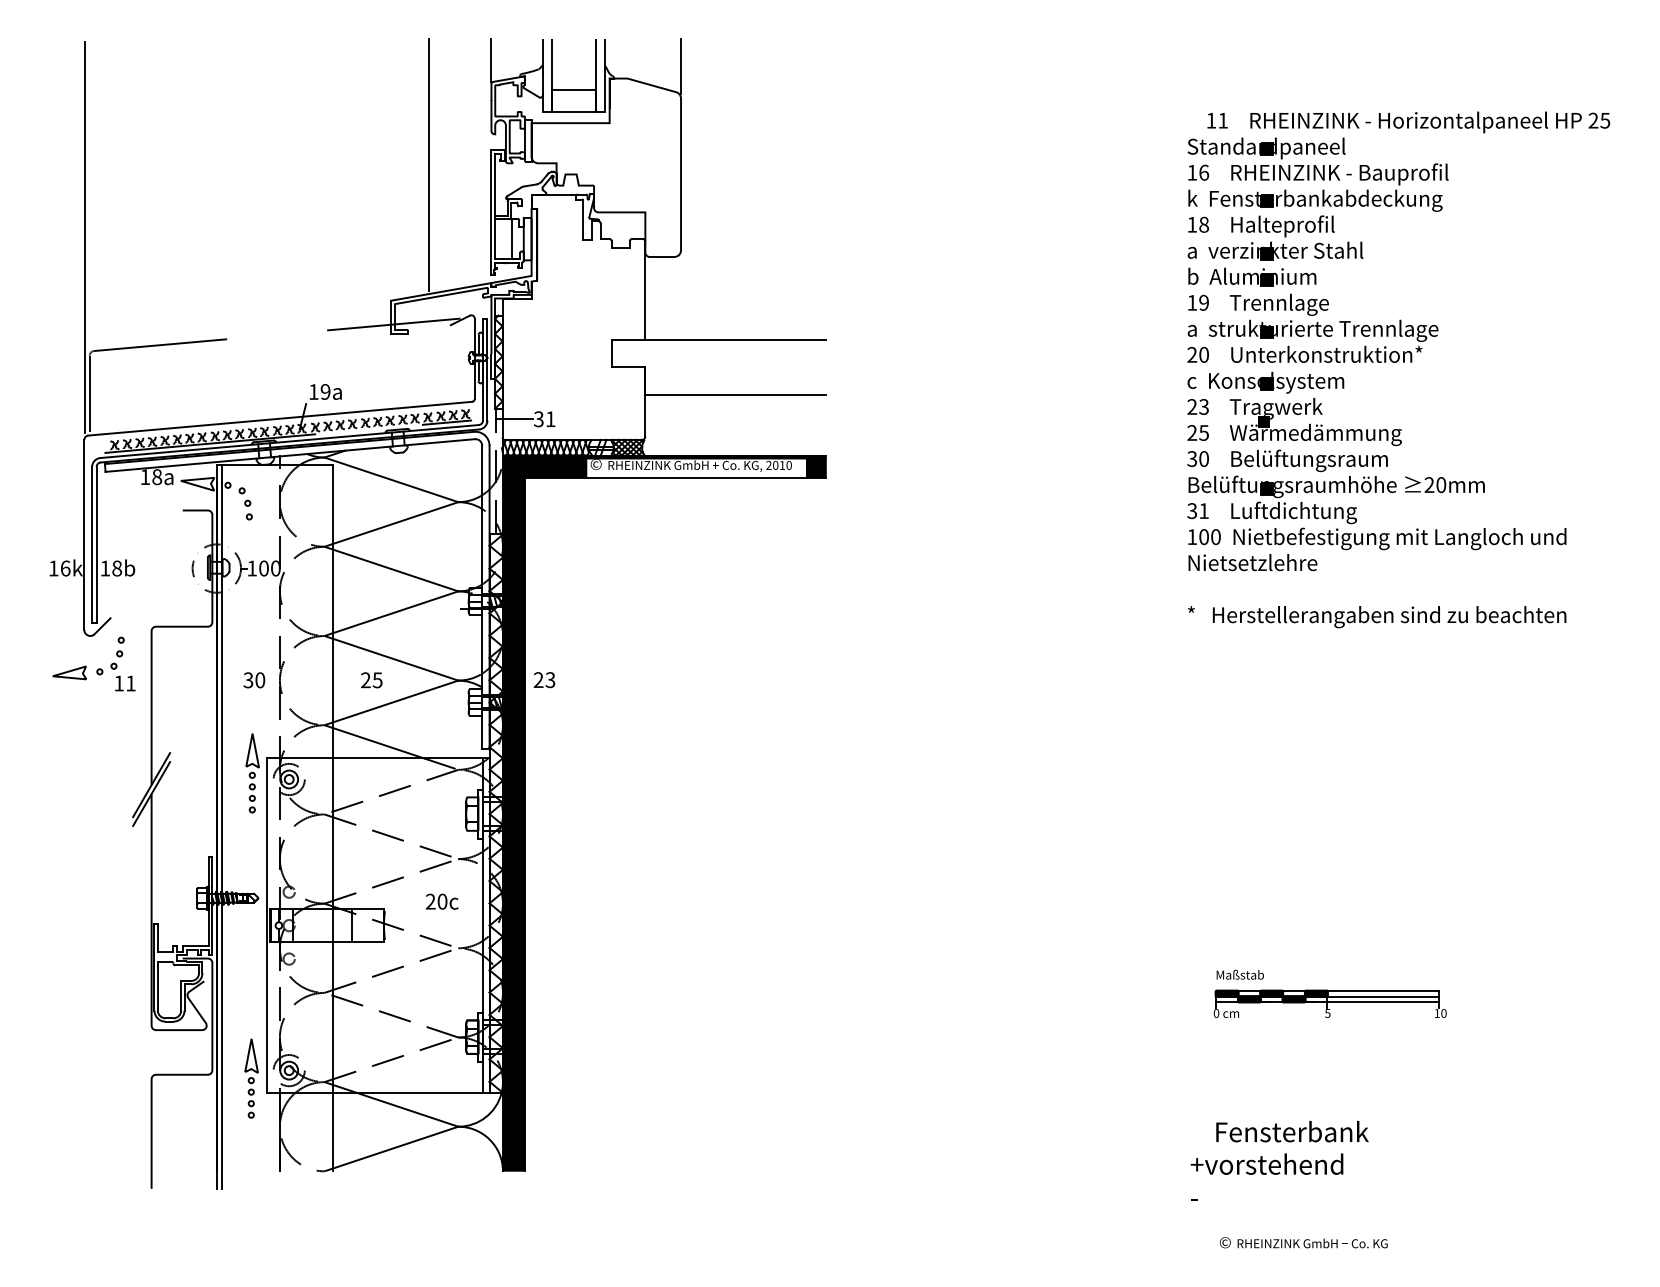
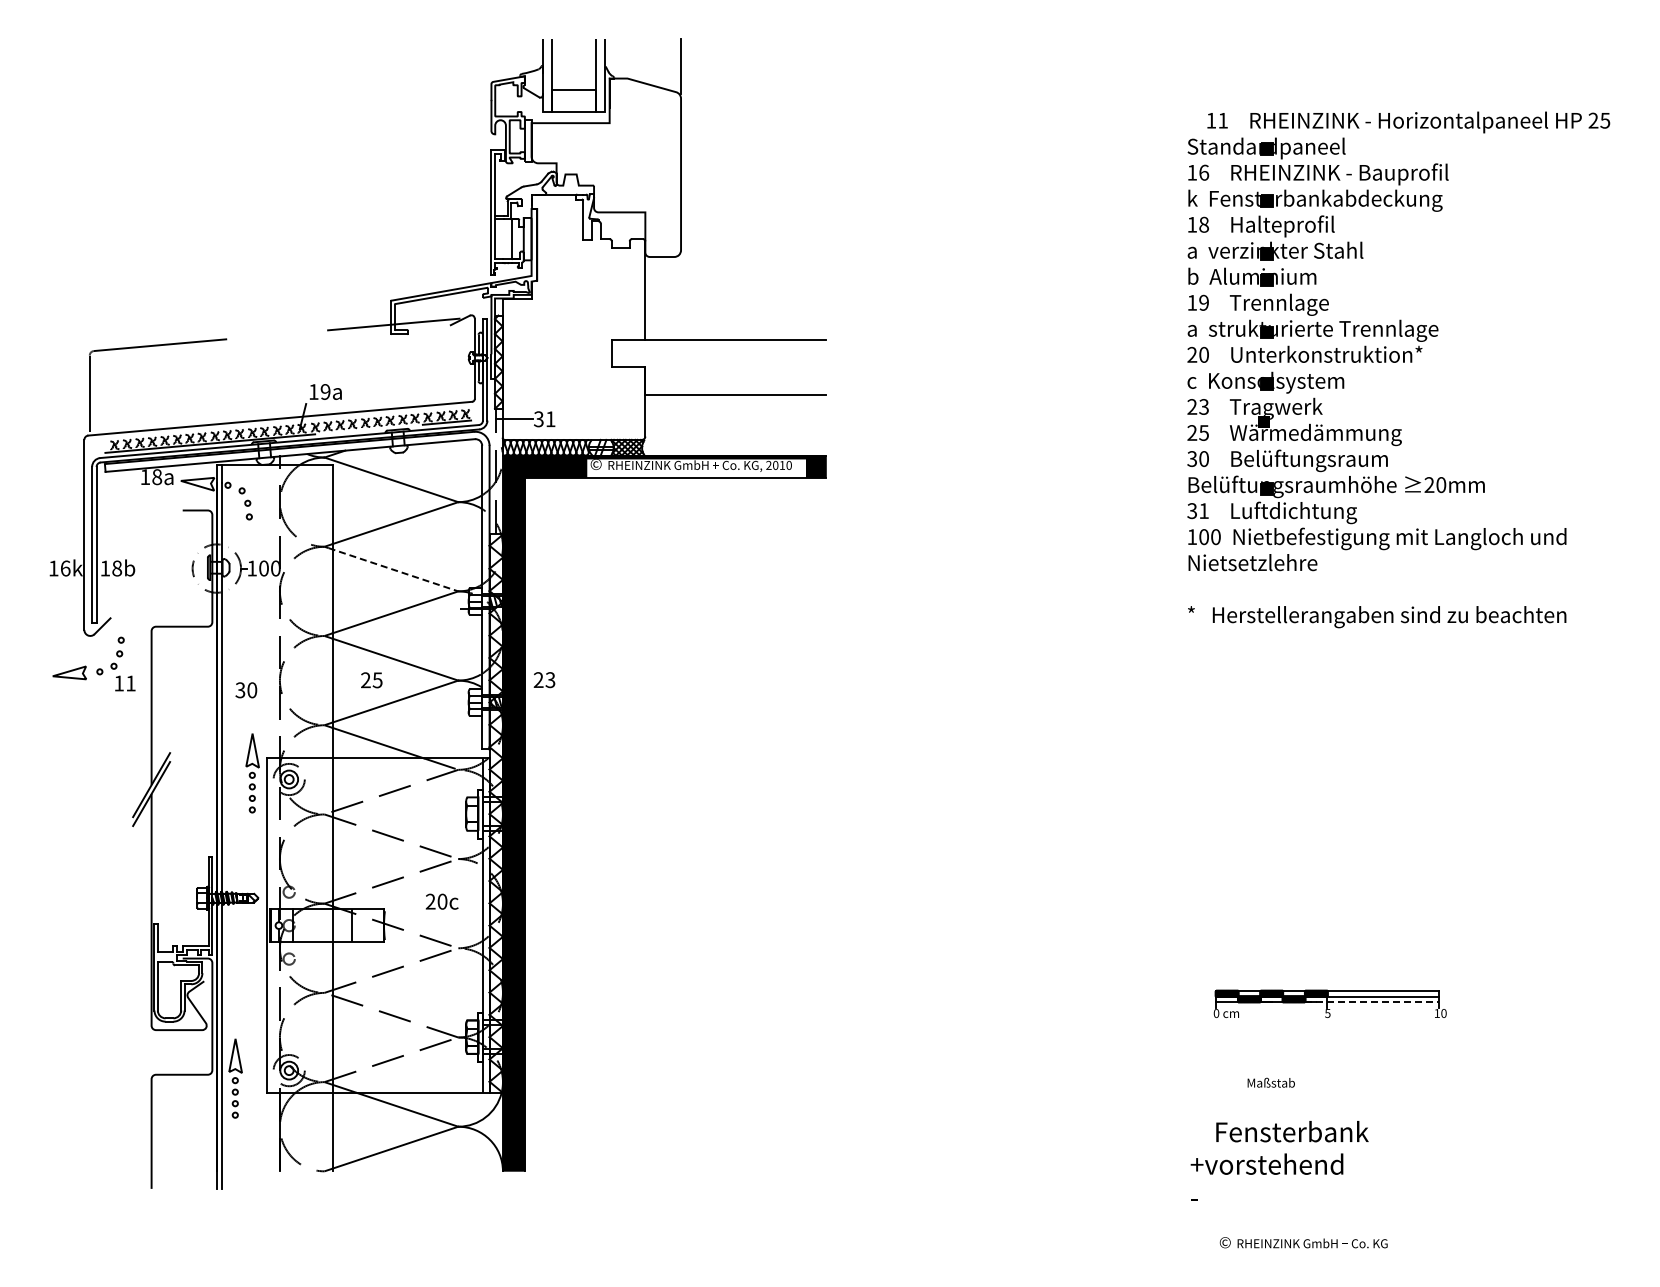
line at (491, 60): present -> none
line at (428, 164): present -> none
line at (85, 236): present -> none
line at (393, 569): solid -> dashed
text at (254, 680) position: (254, 680) -> (246, 690)
text at (1239, 974) position: (1239, 974) -> (1270, 1082)
line at (1372, 1002): solid -> dashed
part at (251, 1078) position: (251, 1078) -> (235, 1078)
